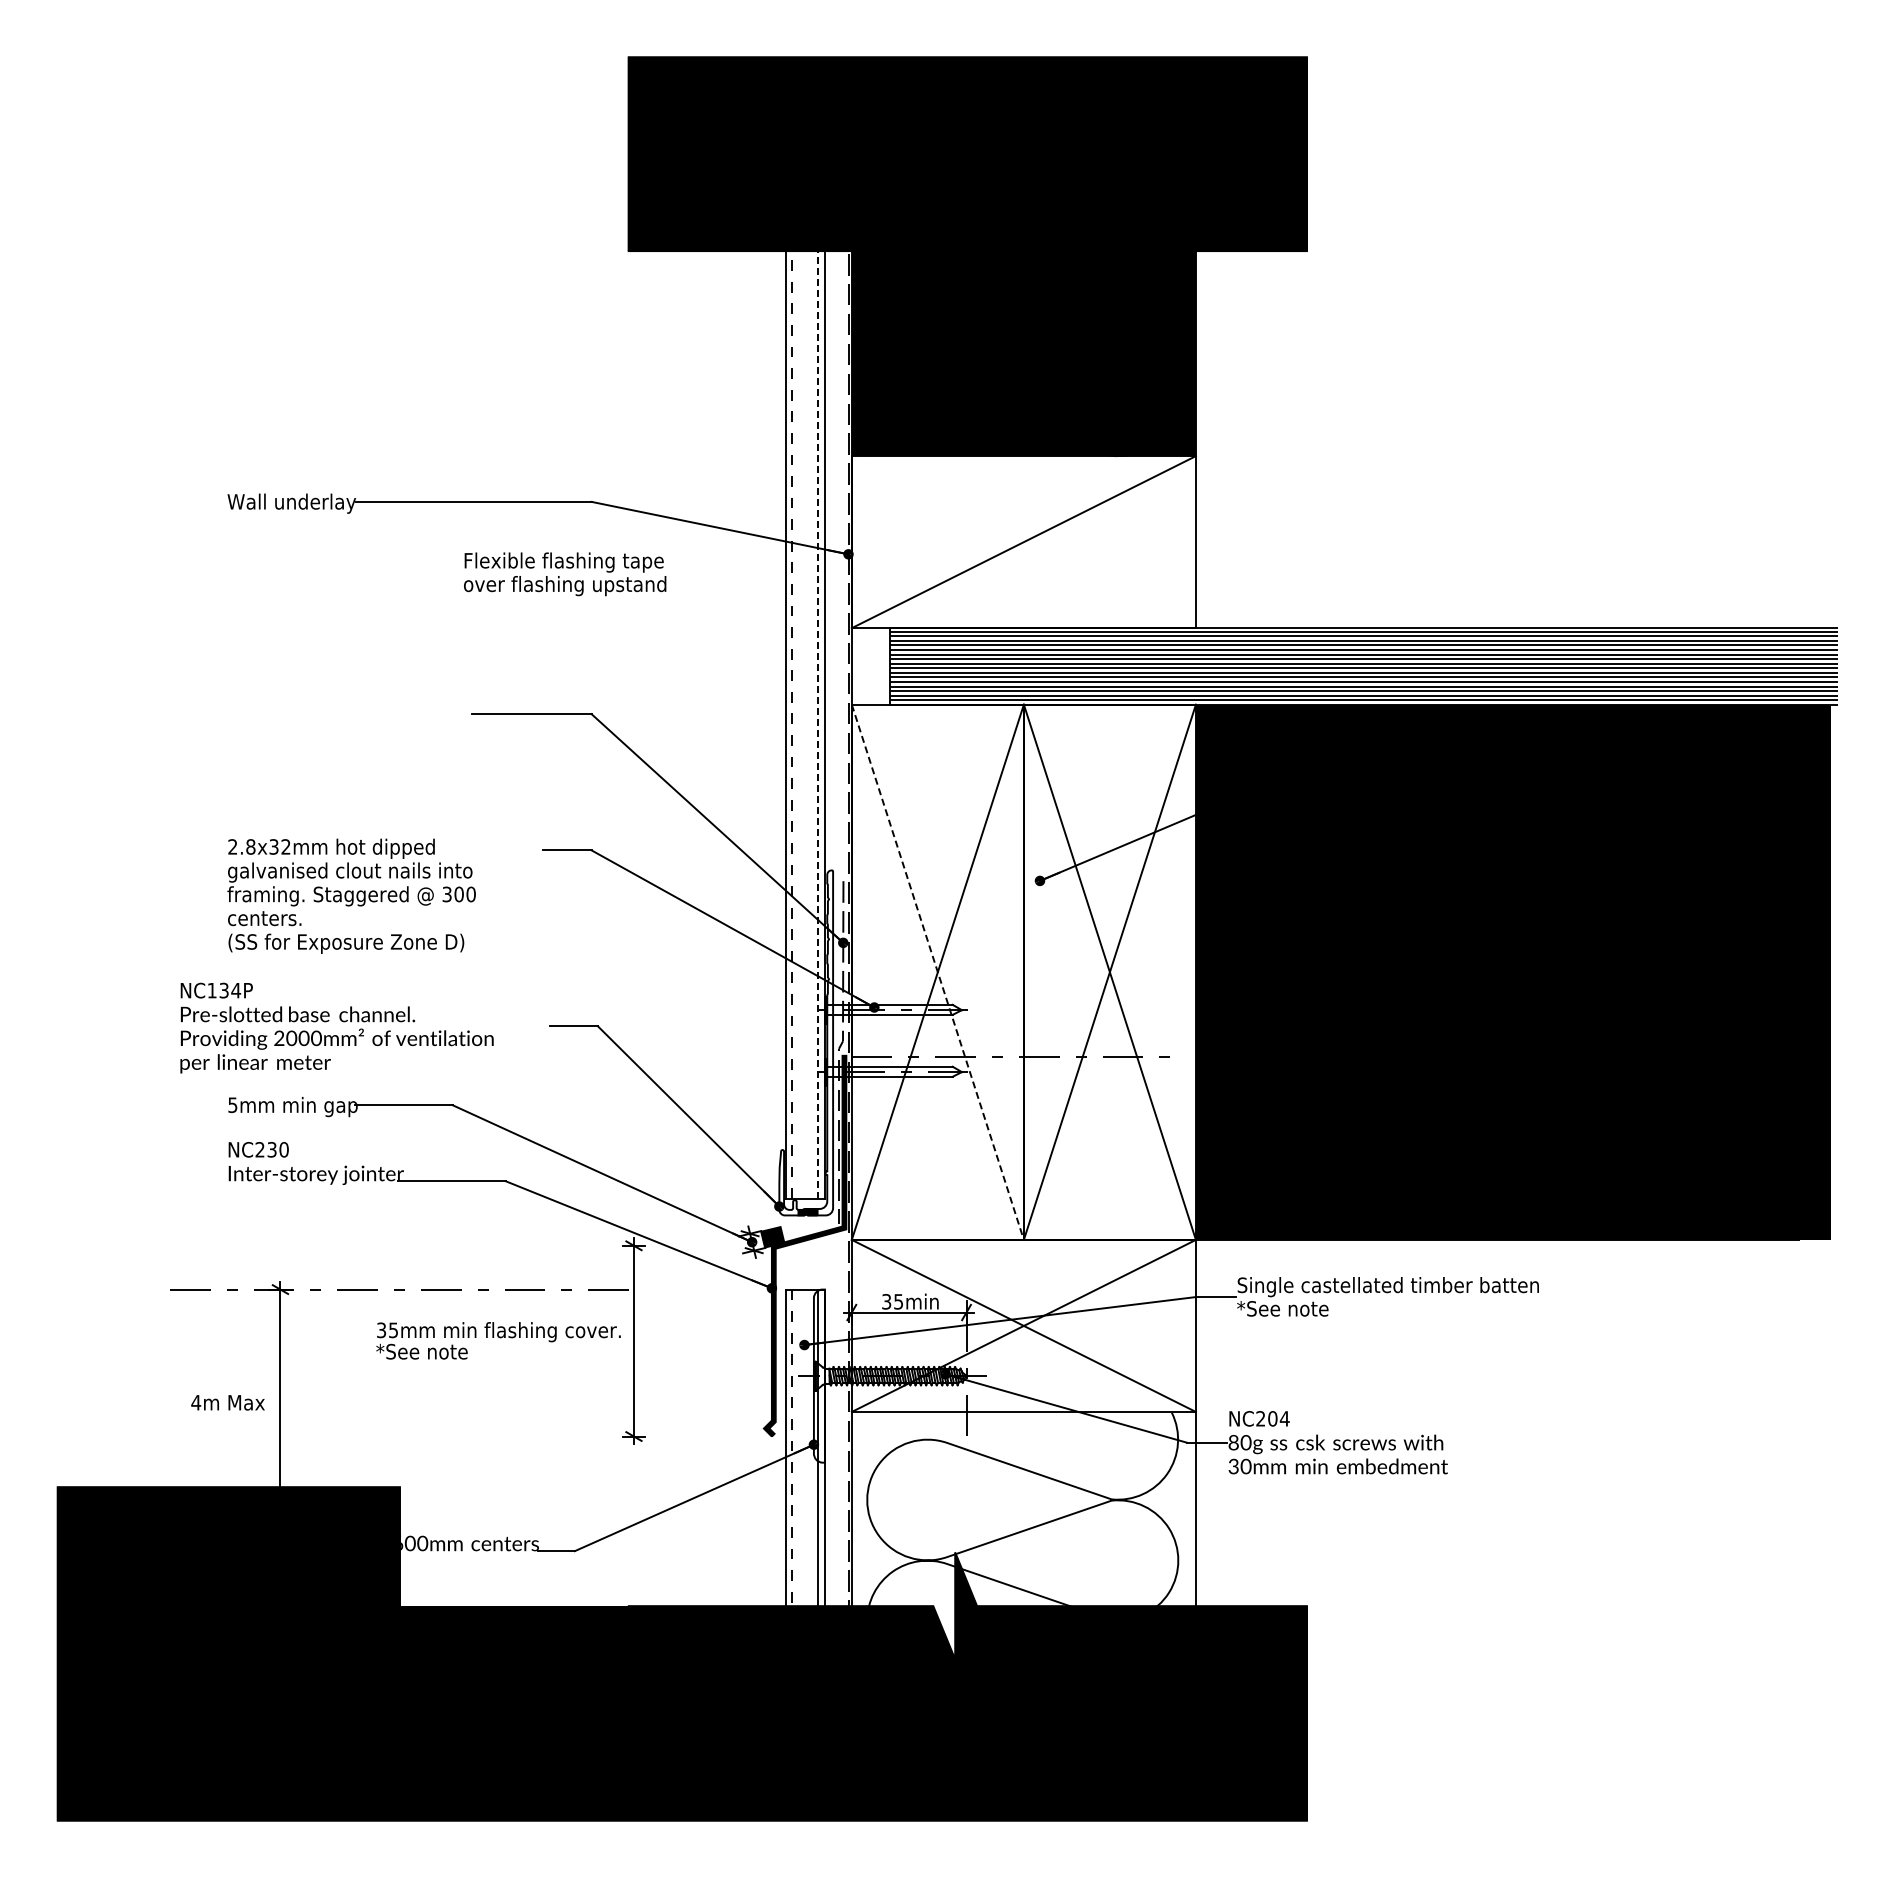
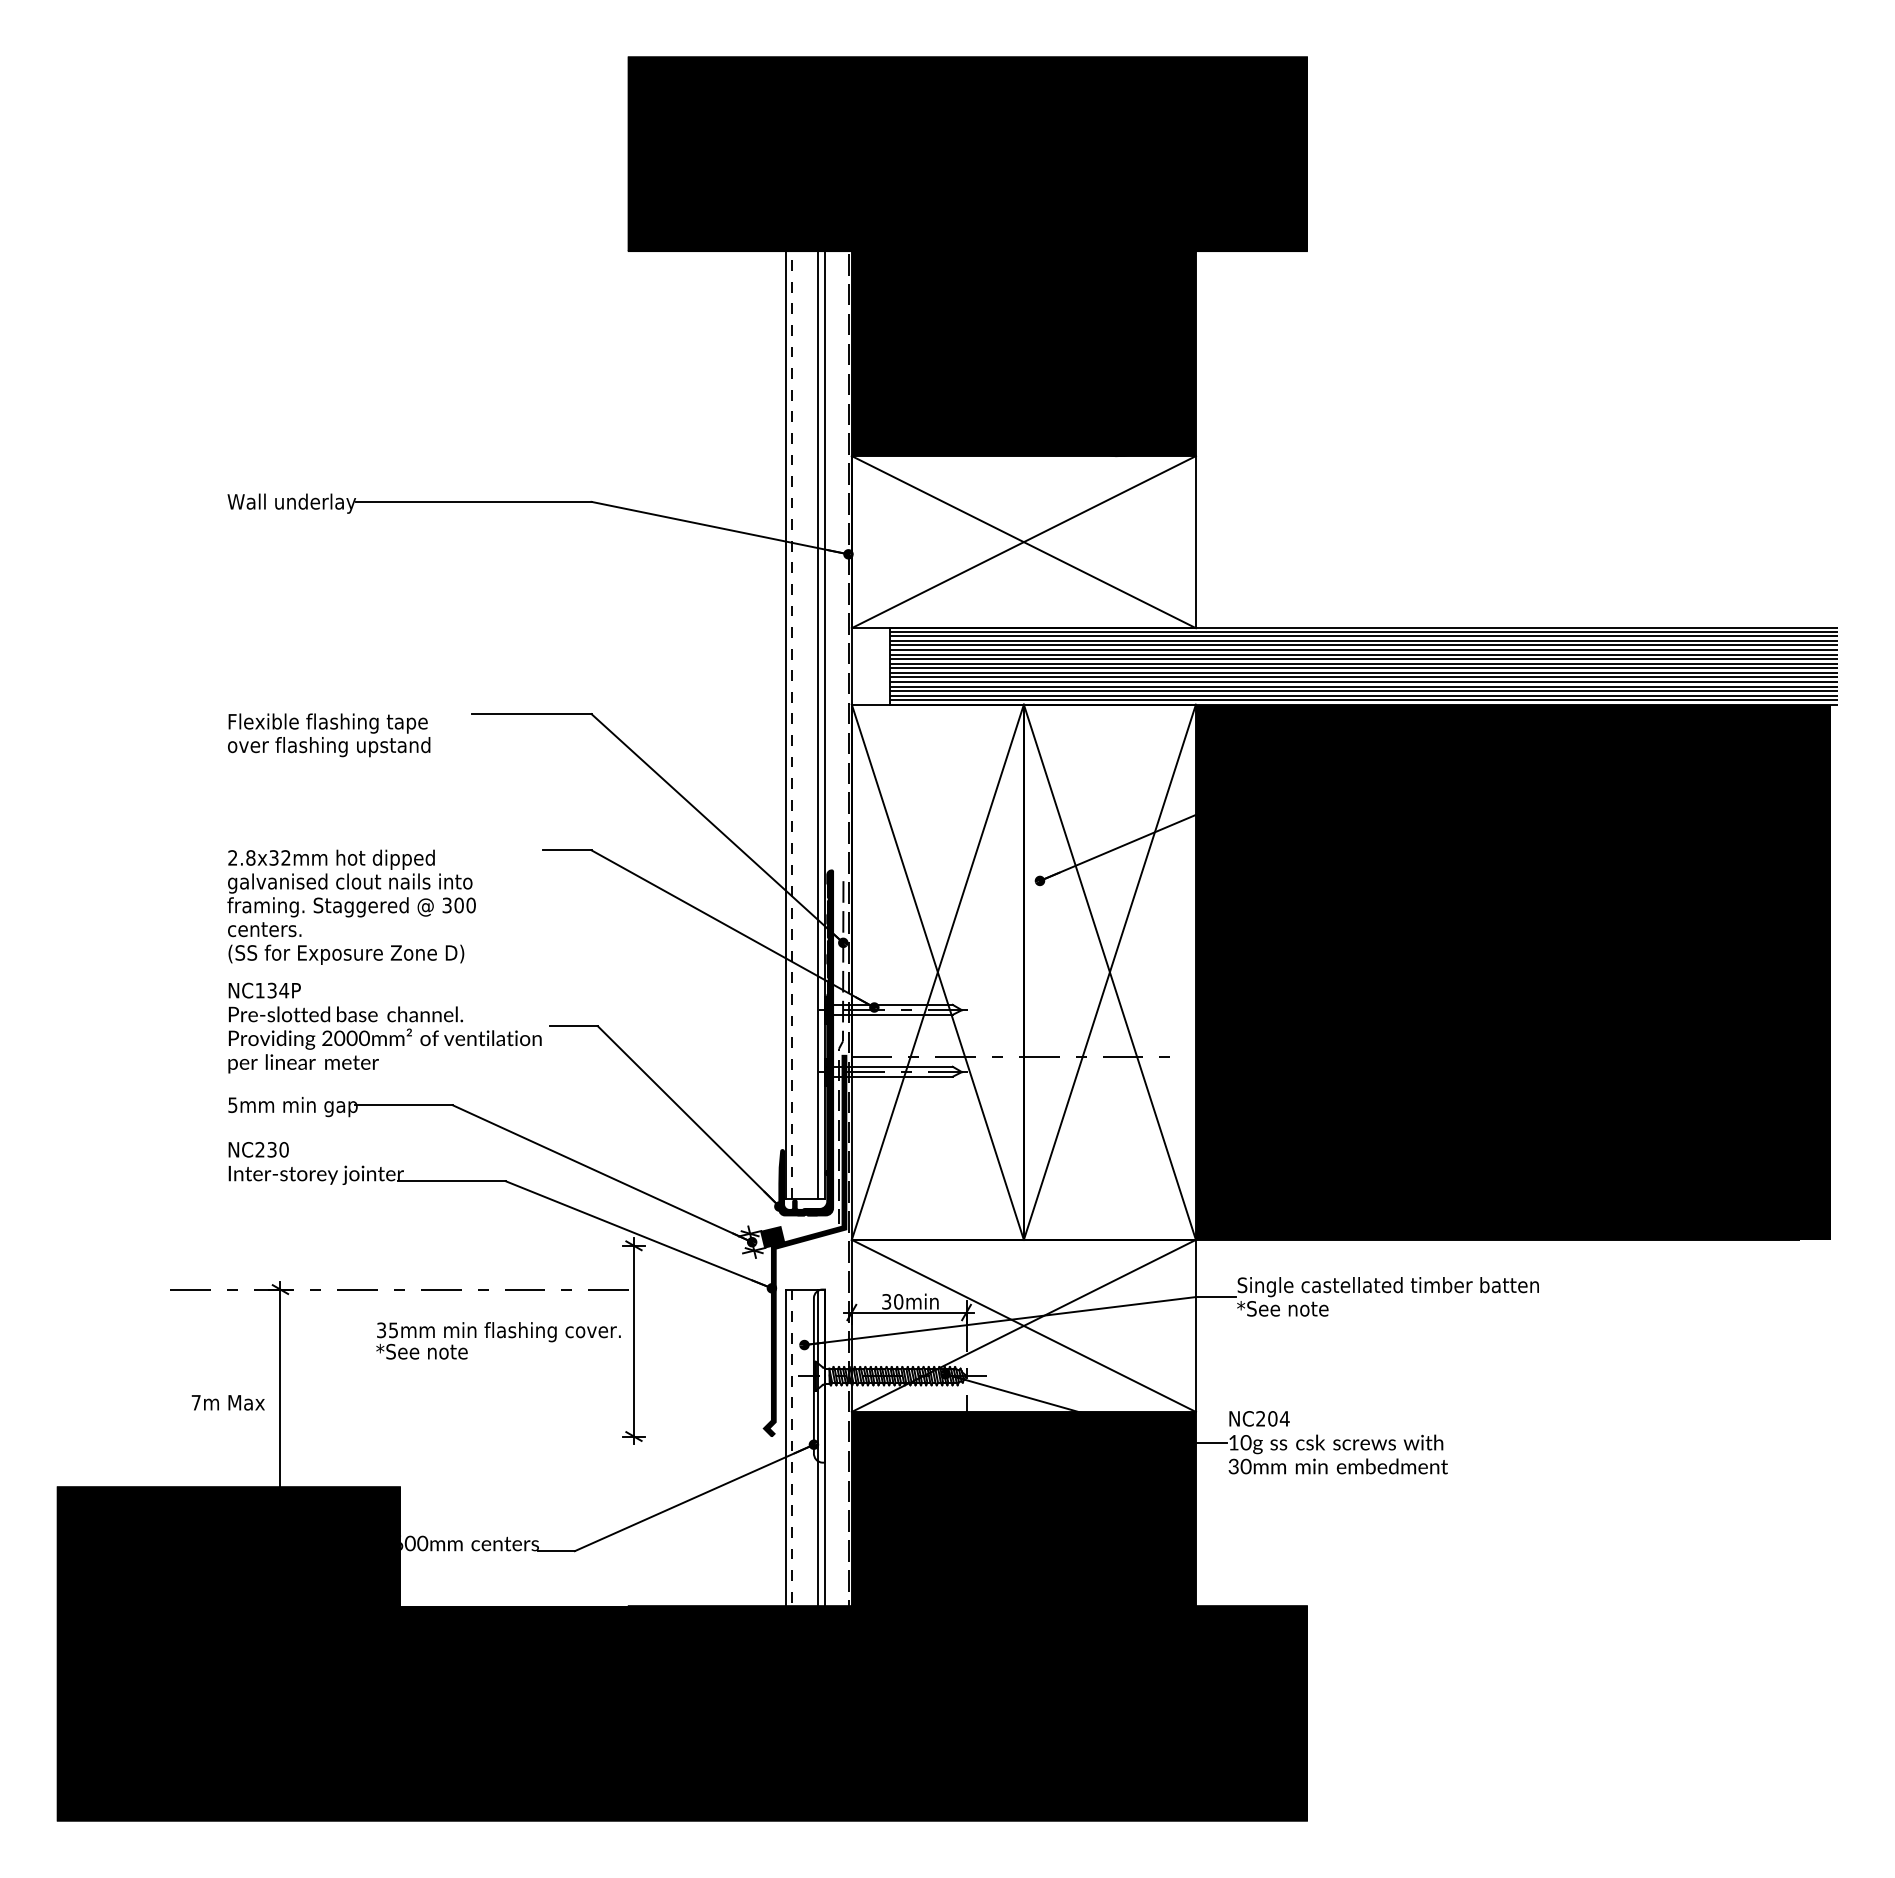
line at (1023, 542): none -> present
text at (565, 574) position: (565, 574) -> (329, 735)
line at (818, 660): dashed -> solid
text at (351, 895) position: (351, 895) -> (351, 906)
line at (938, 972): dashed -> solid
text at (336, 1027) position: (336, 1027) -> (384, 1027)
fill at (806, 1042): none -> present
text at (898, 1301): 35min -> 30min
text at (196, 1402): 4m -> 7m
text at (1233, 1442): 80g -> 10g
fill at (1023, 1535): none -> present
